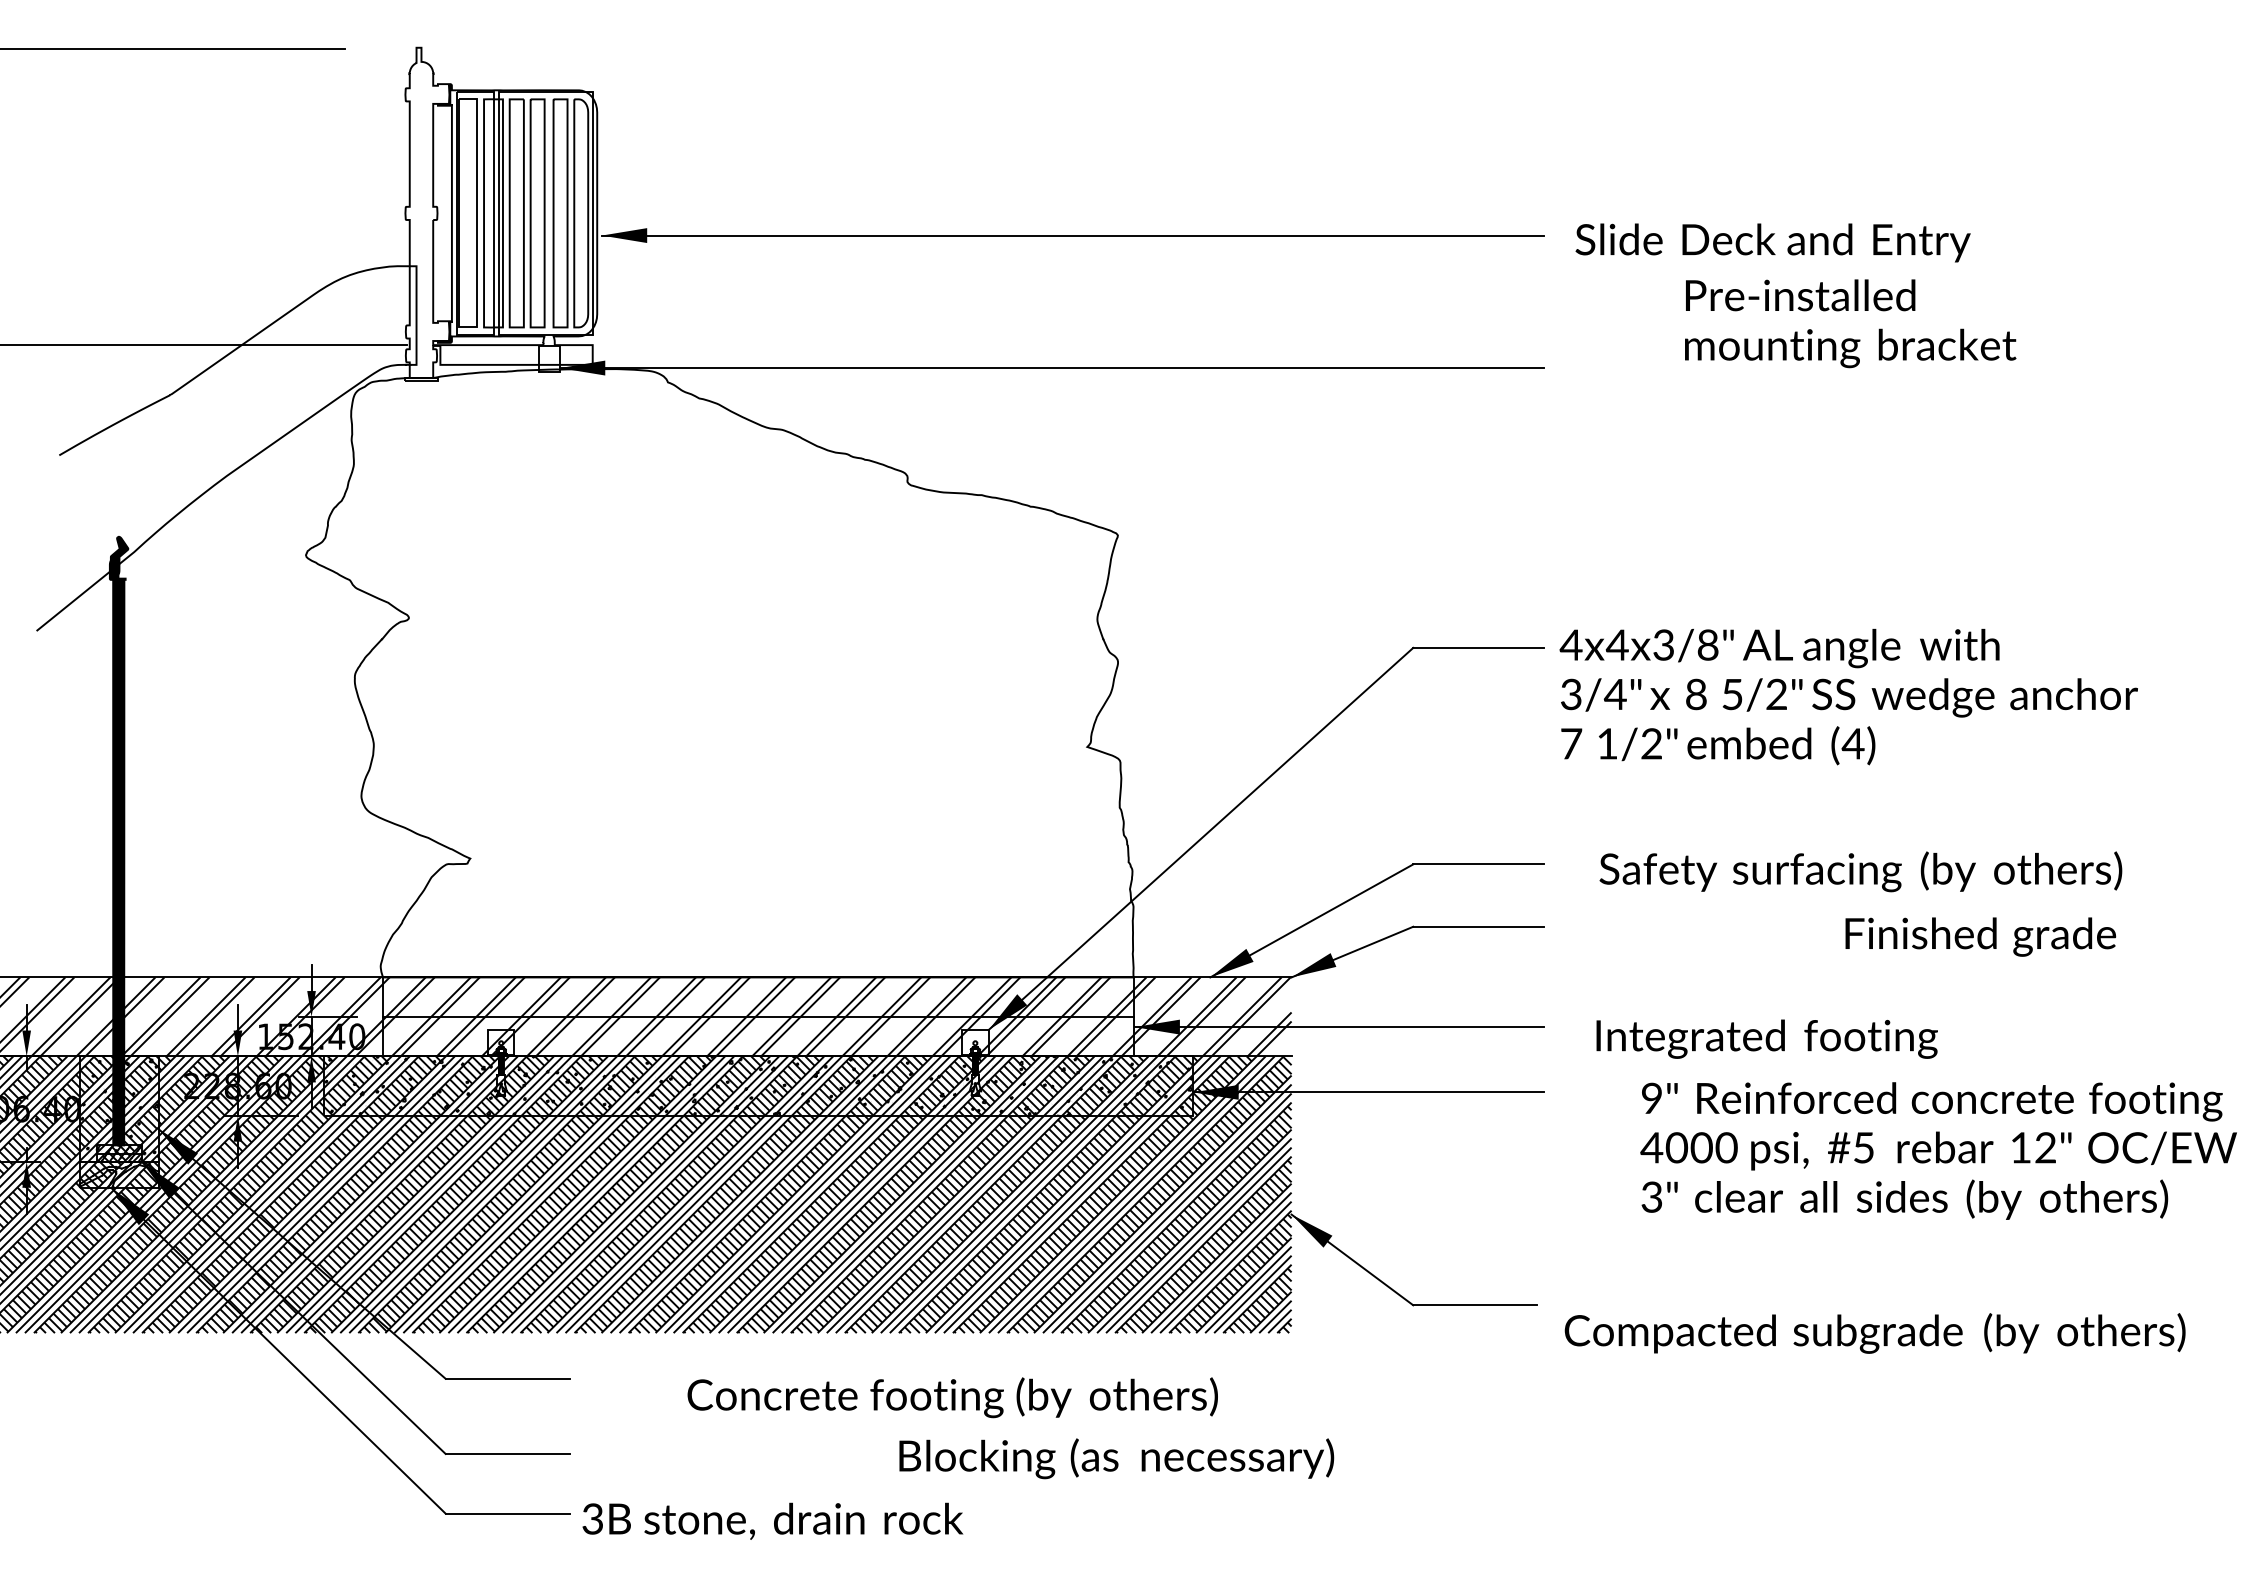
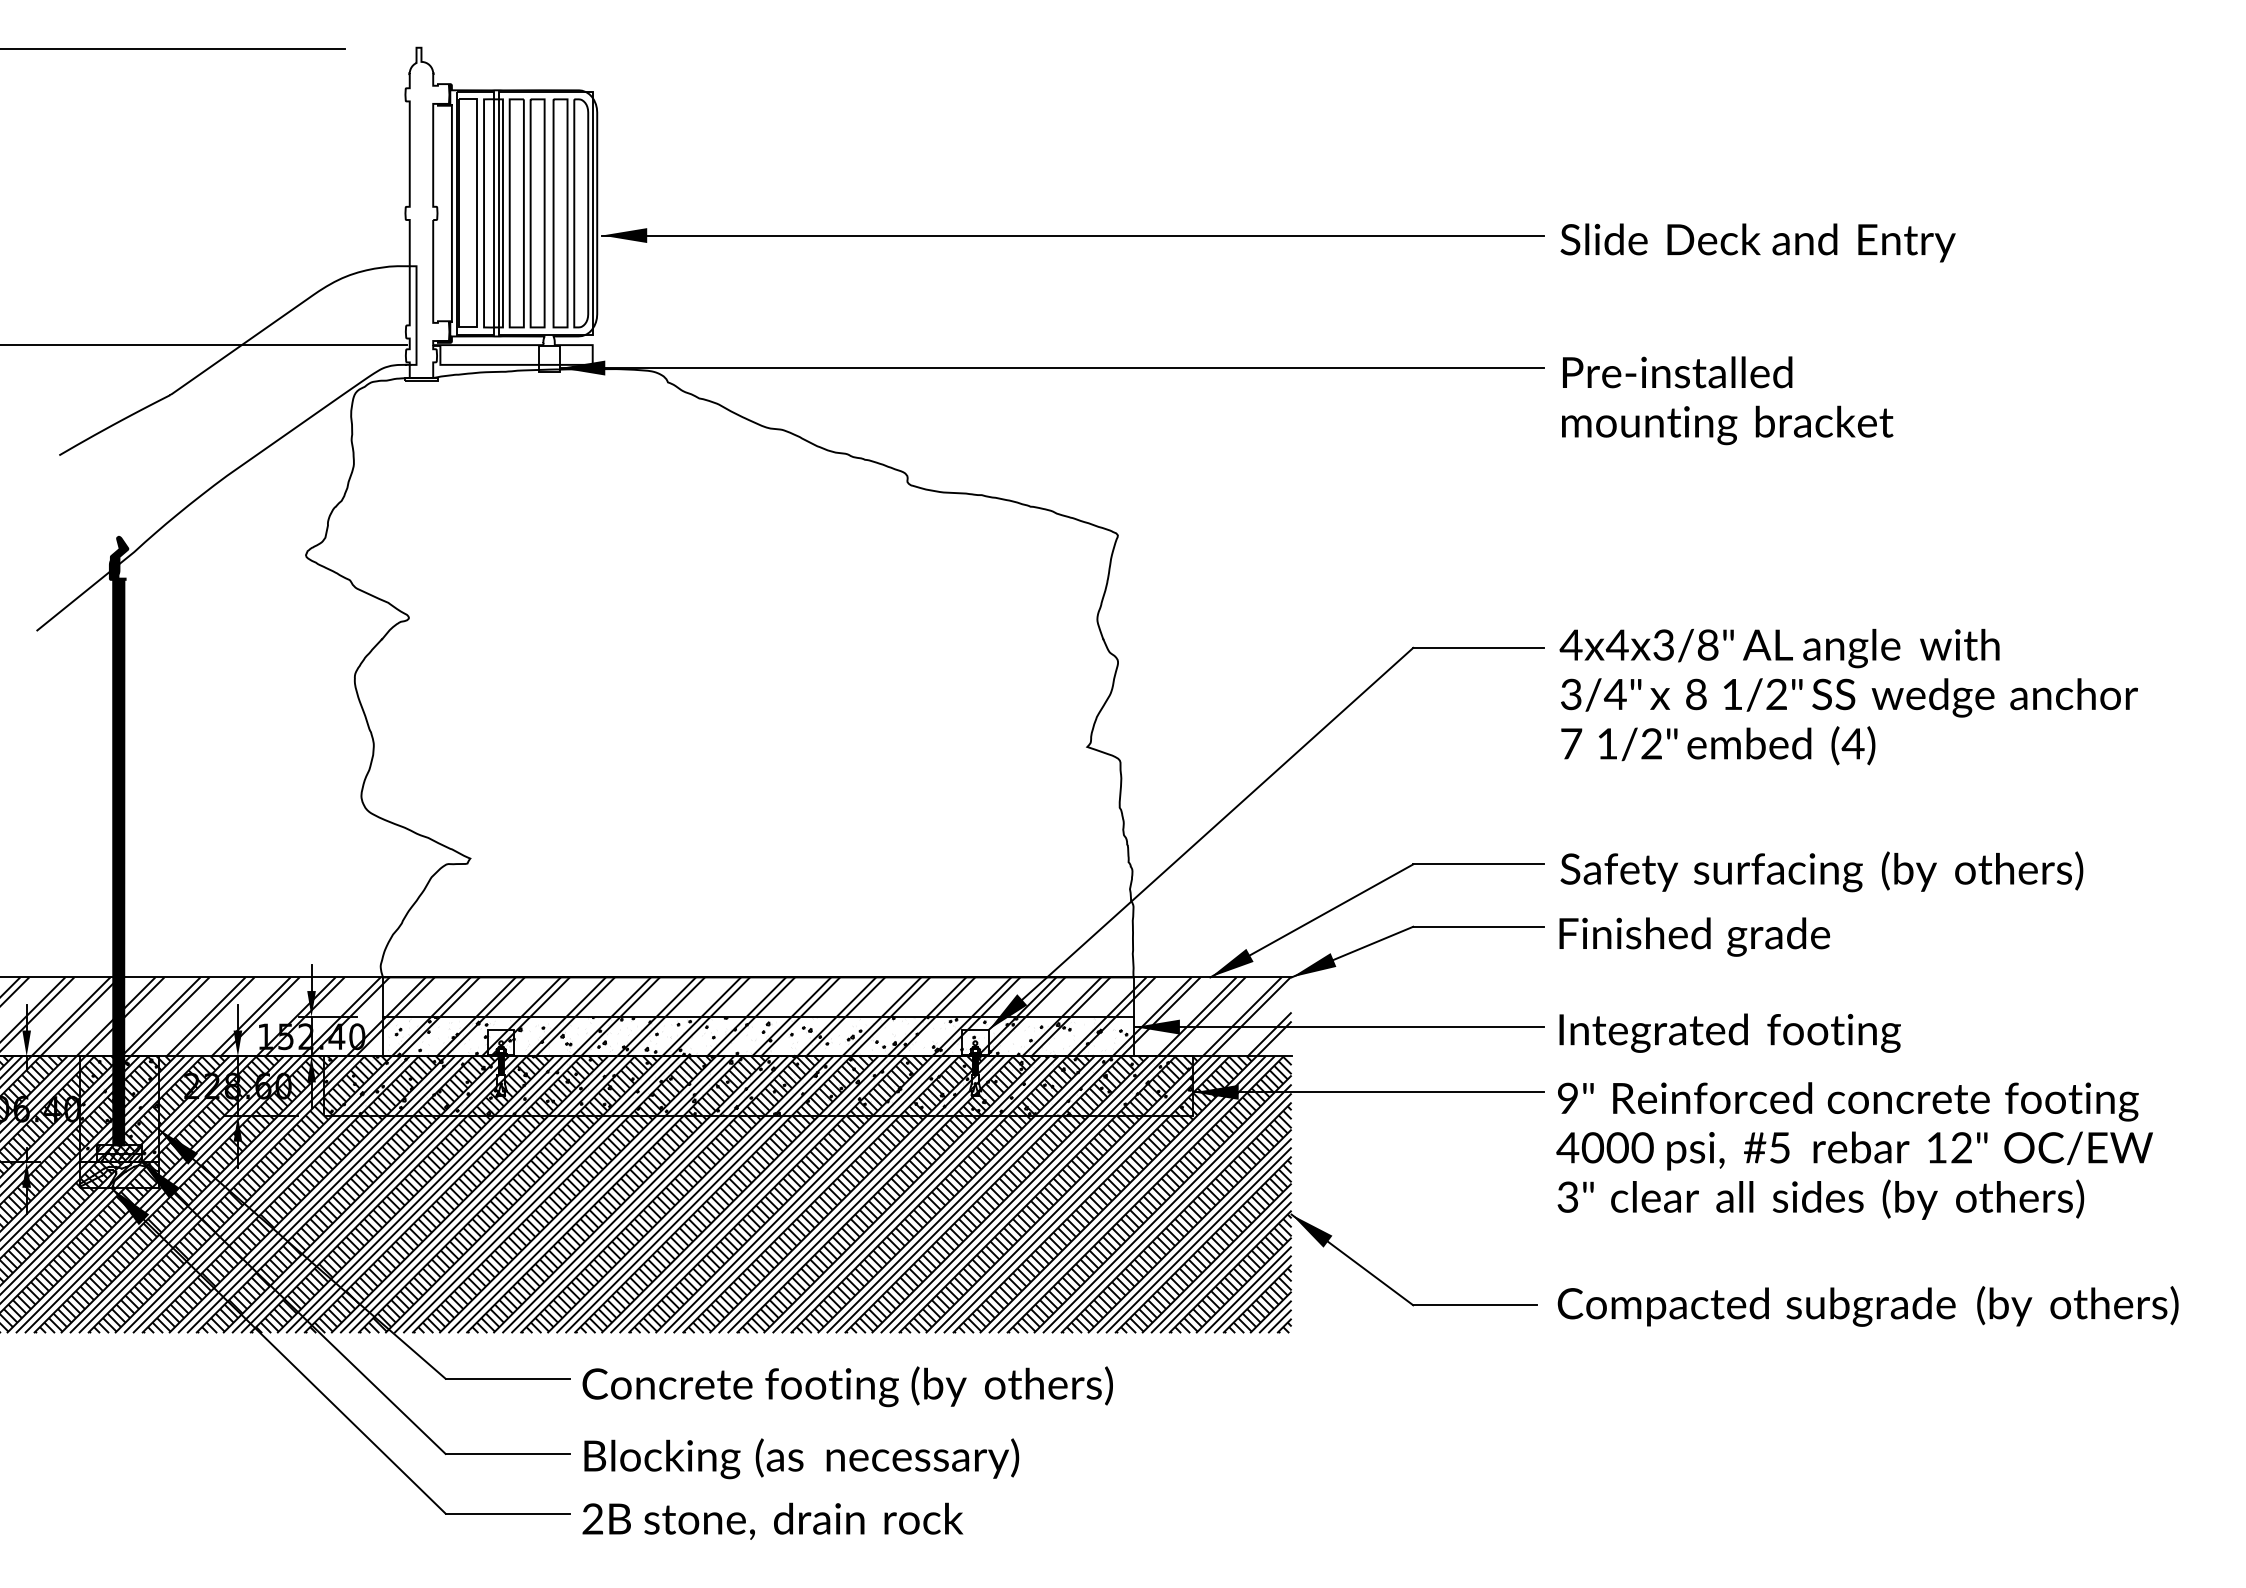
text at (1772, 242) position: (1772, 242) -> (1757, 242)
text at (1850, 323) position: (1850, 323) -> (1727, 400)
text at (1732, 694): 5/2" -> 1/2"
text at (1860, 871) position: (1860, 871) -> (1821, 871)
text at (1980, 936) position: (1980, 936) -> (1694, 936)
hatch at (755, 1036): none -> present
text at (1766, 1038) position: (1766, 1038) -> (1729, 1032)
text at (1938, 1150) position: (1938, 1150) -> (1854, 1150)
text at (1874, 1333) position: (1874, 1333) -> (1867, 1306)
text at (952, 1397) position: (952, 1397) -> (847, 1386)
text at (1116, 1458) position: (1116, 1458) -> (801, 1458)
text at (592, 1519): 3B -> 2B
